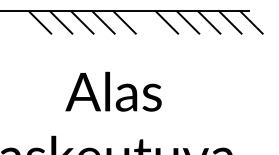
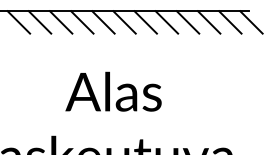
line at (18, 22): none -> present
line at (145, 22): none -> present
